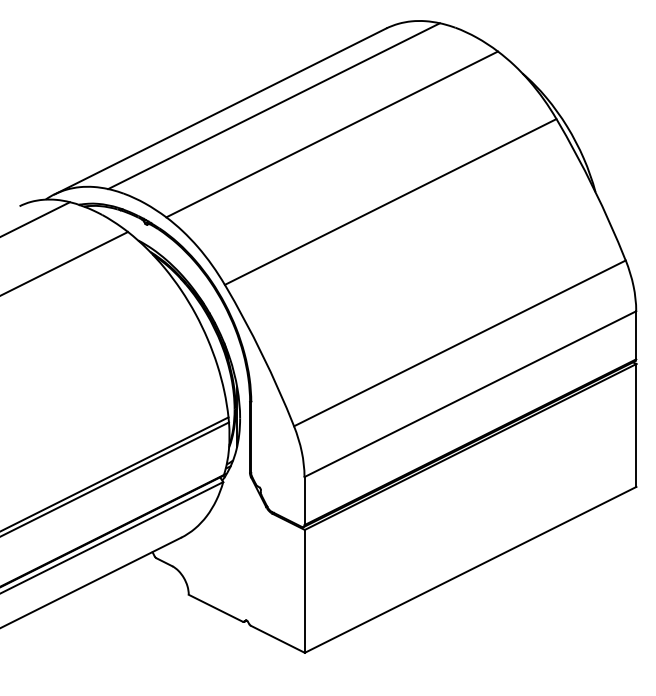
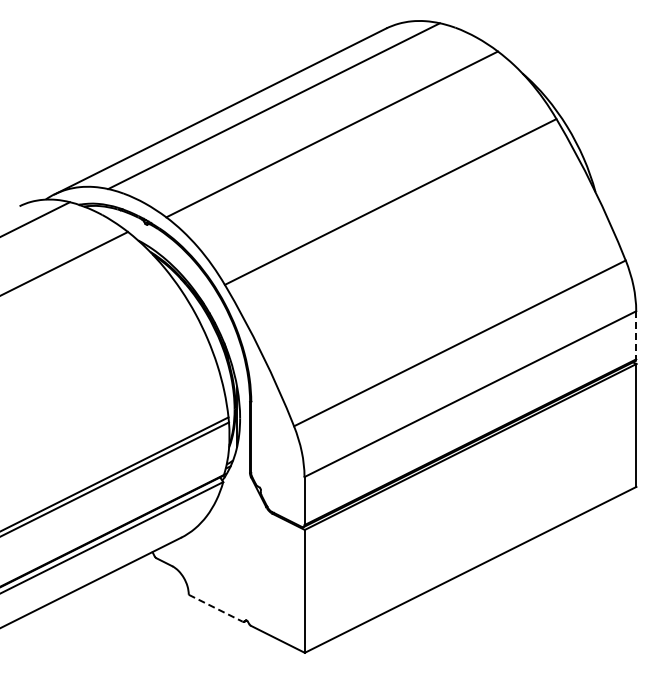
line at (636, 335): solid -> dashed
line at (216, 608): solid -> dashed
